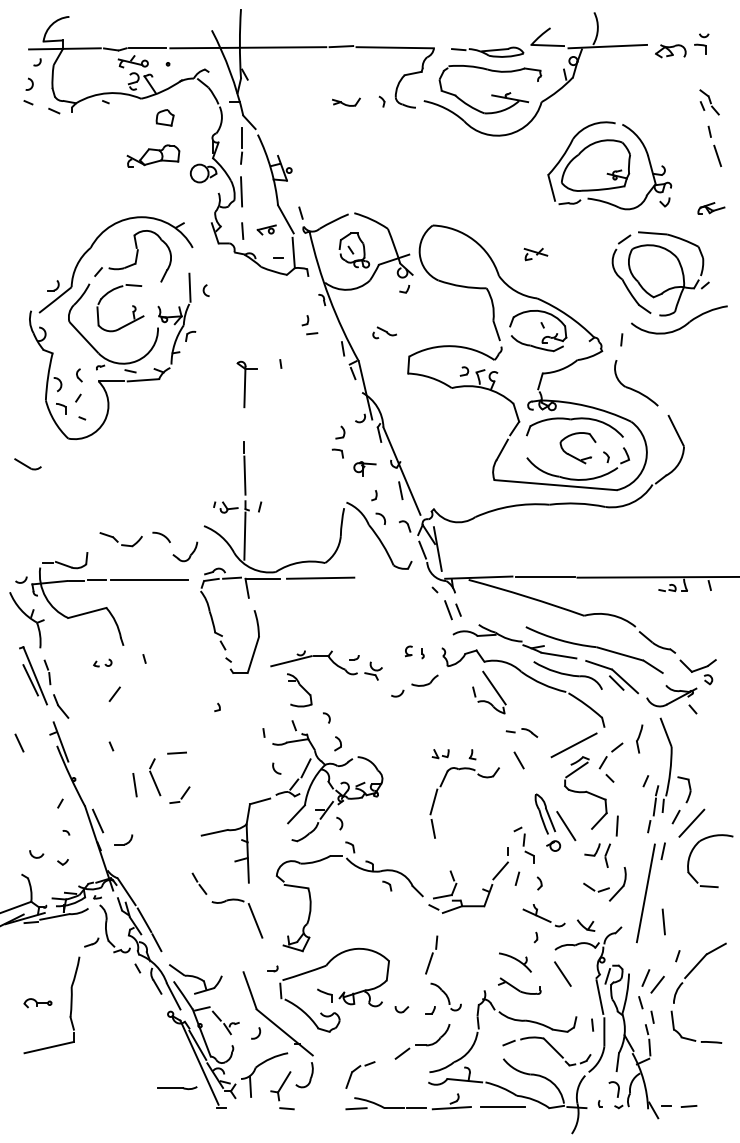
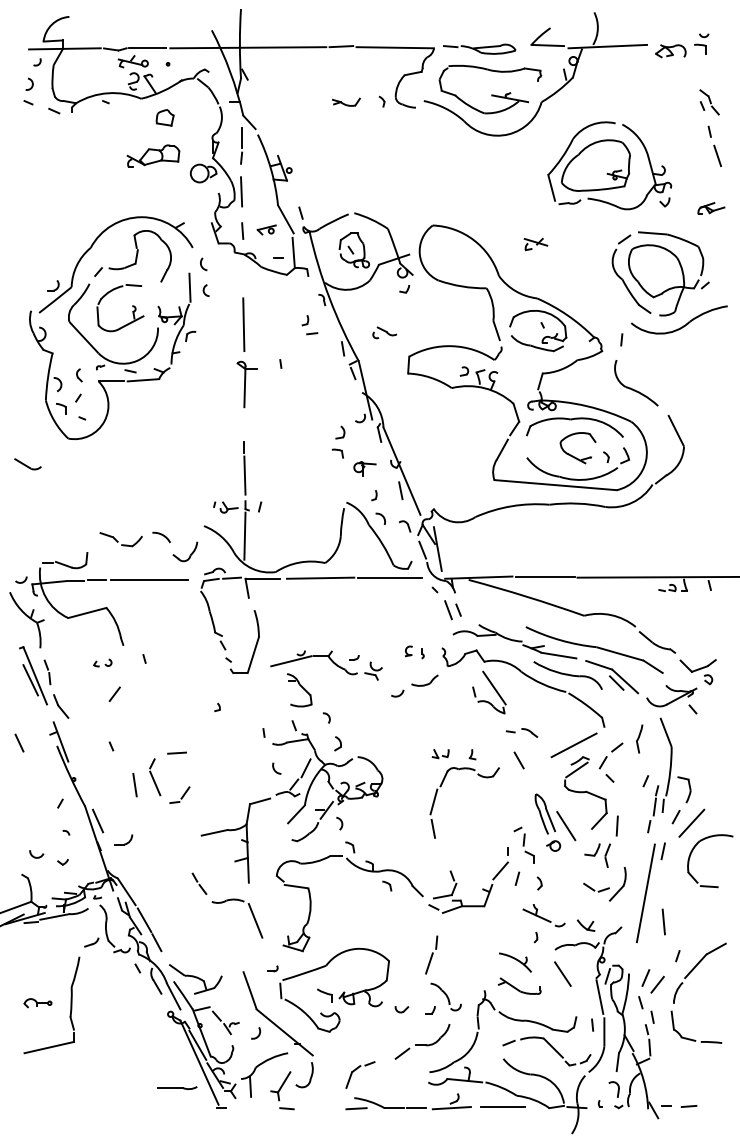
part at (487, 51) position: (487, 51) -> (479, 48)
part at (535, 254) position: (535, 254) -> (535, 244)
arc at (202, 265): none -> present
line at (243, 324): none -> present
line at (389, 577): none -> present
